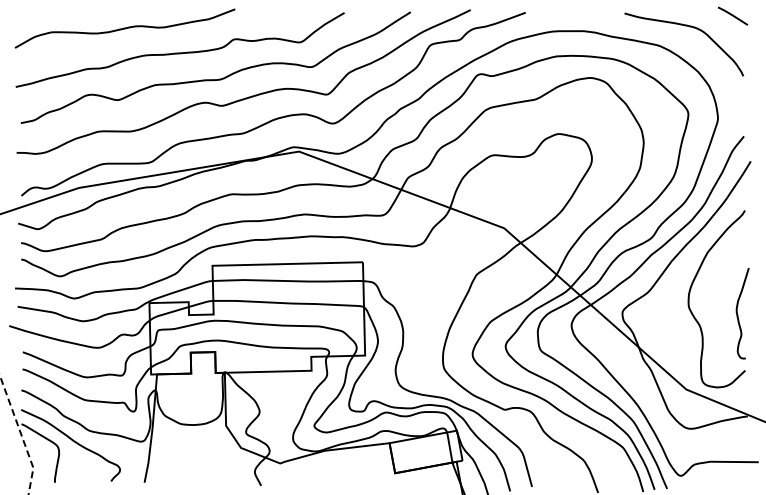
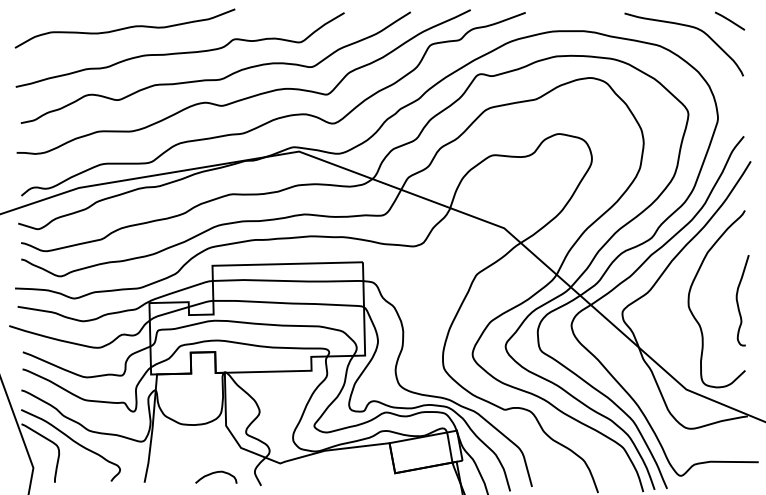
line at (733, 15) position: (733, 15) -> (730, 20)
curve at (738, 314) position: (738, 314) -> (738, 301)
line at (21, 435): dashed -> solid
curve at (216, 473): none -> present
